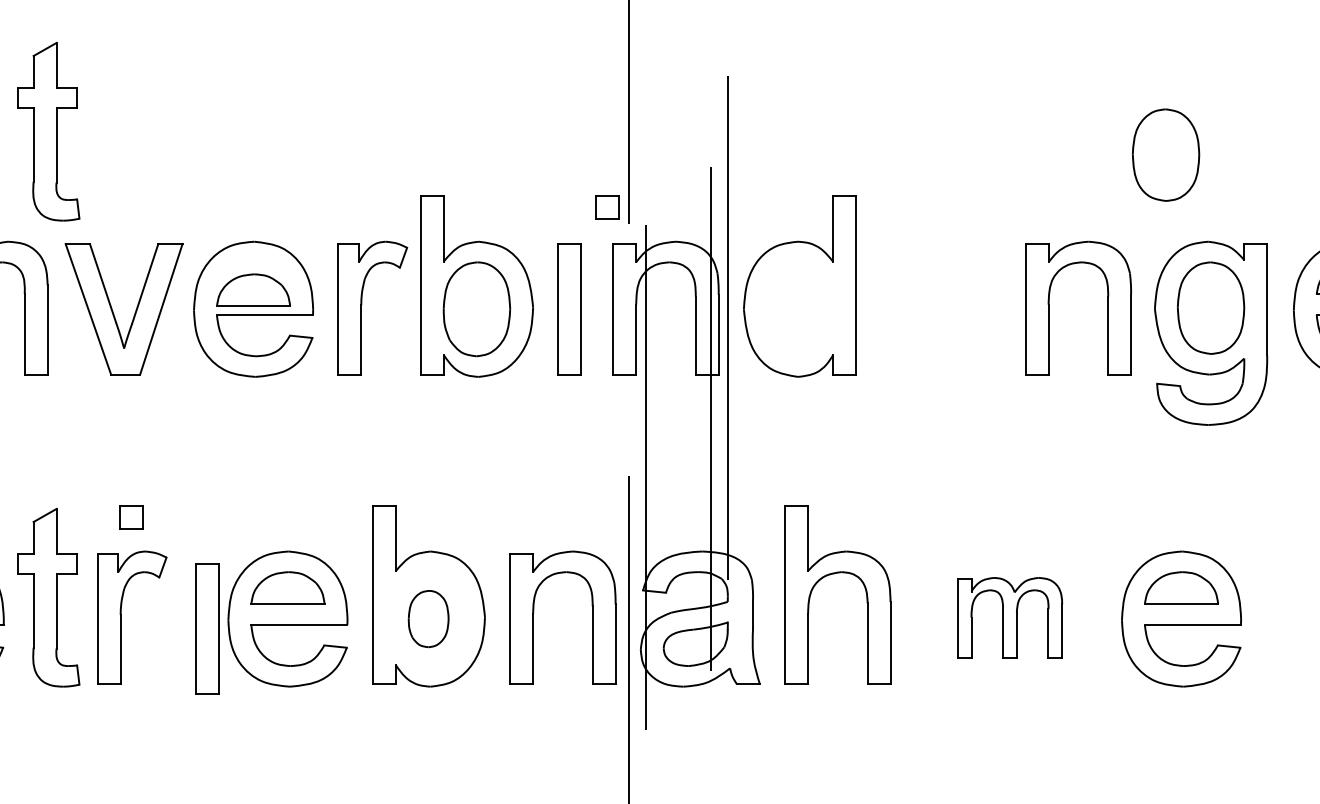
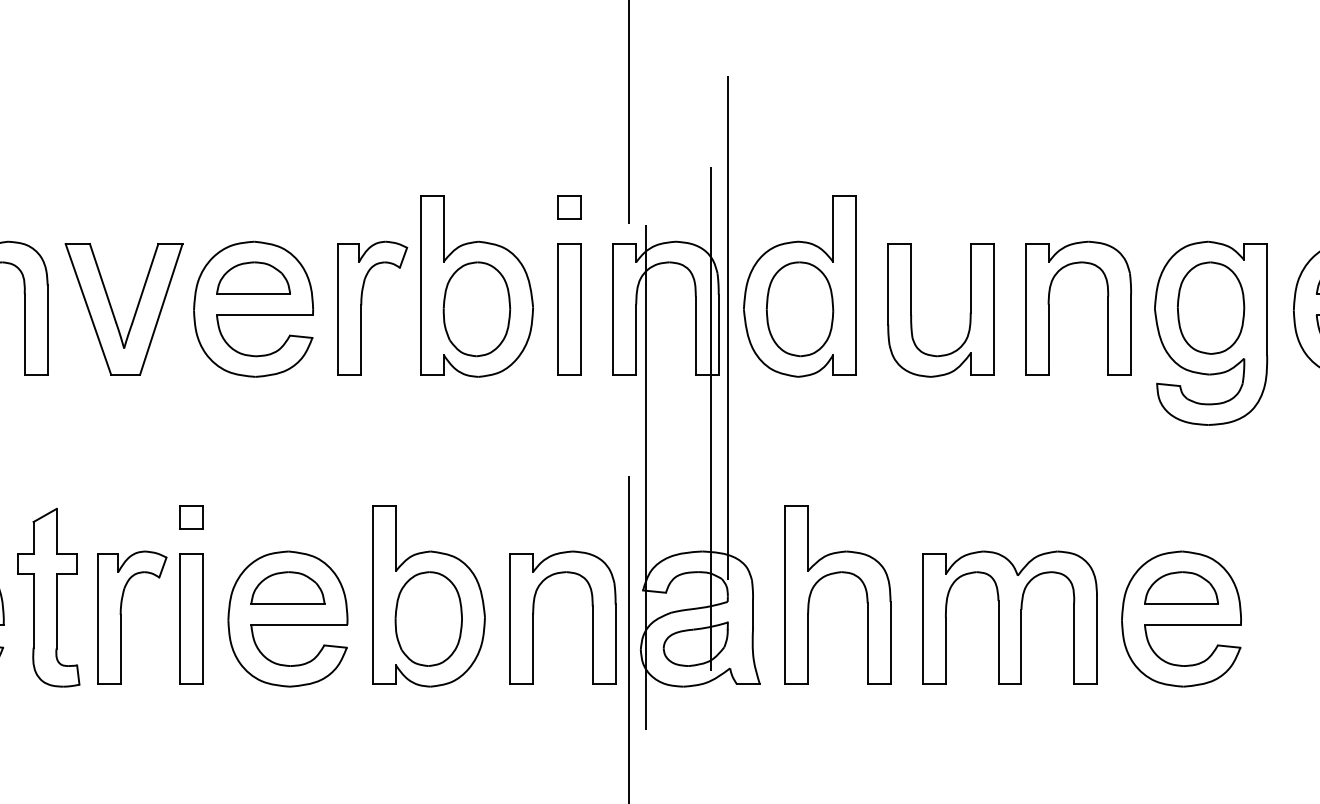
part at (48, 131): present -> none
part at (1166, 154): present -> none
part at (607, 207) position: (607, 207) -> (569, 207)
part at (253, 289) position: (253, 289) -> (253, 277)
part at (799, 309): none -> present
part at (912, 315): none -> present
part at (131, 517) position: (131, 517) -> (191, 517)
part at (1010, 617) size: 107x82 px -> 176x135 px
part at (428, 619) size: 43x59 px -> 69x96 px
part at (207, 628) position: (207, 628) -> (191, 618)
